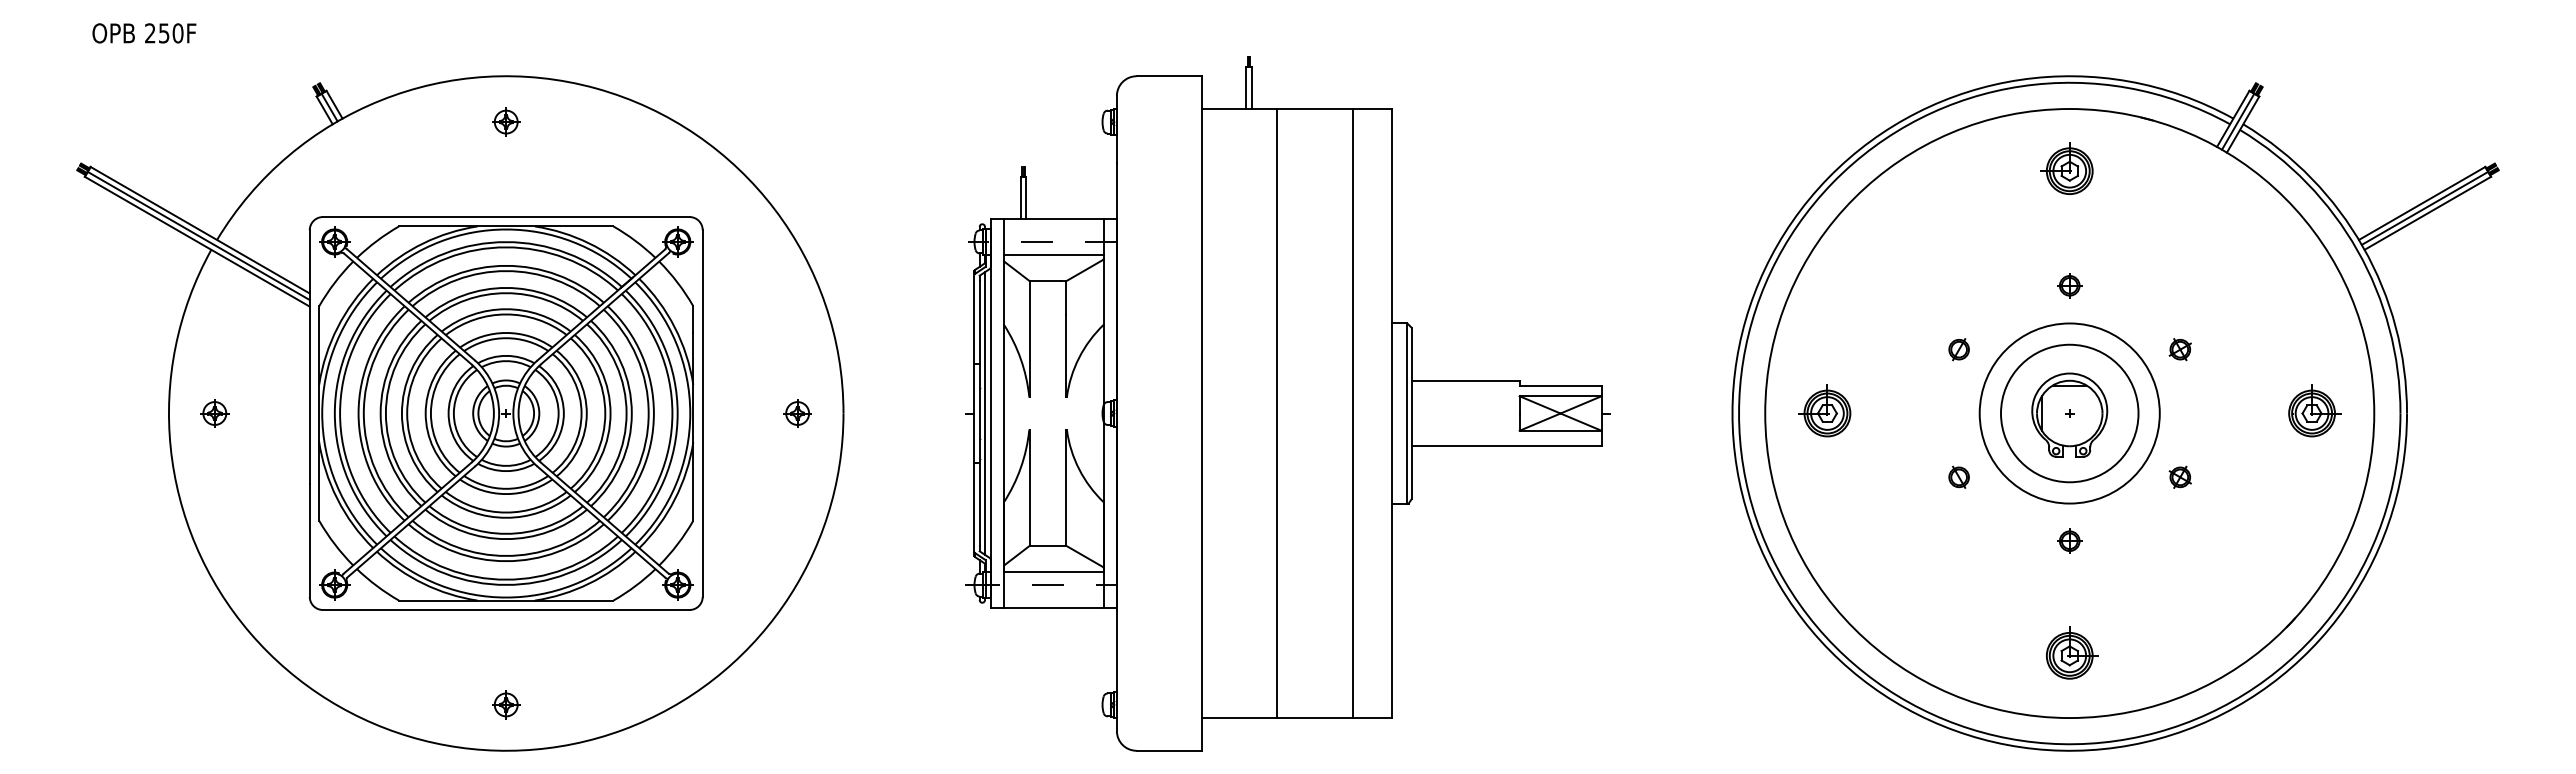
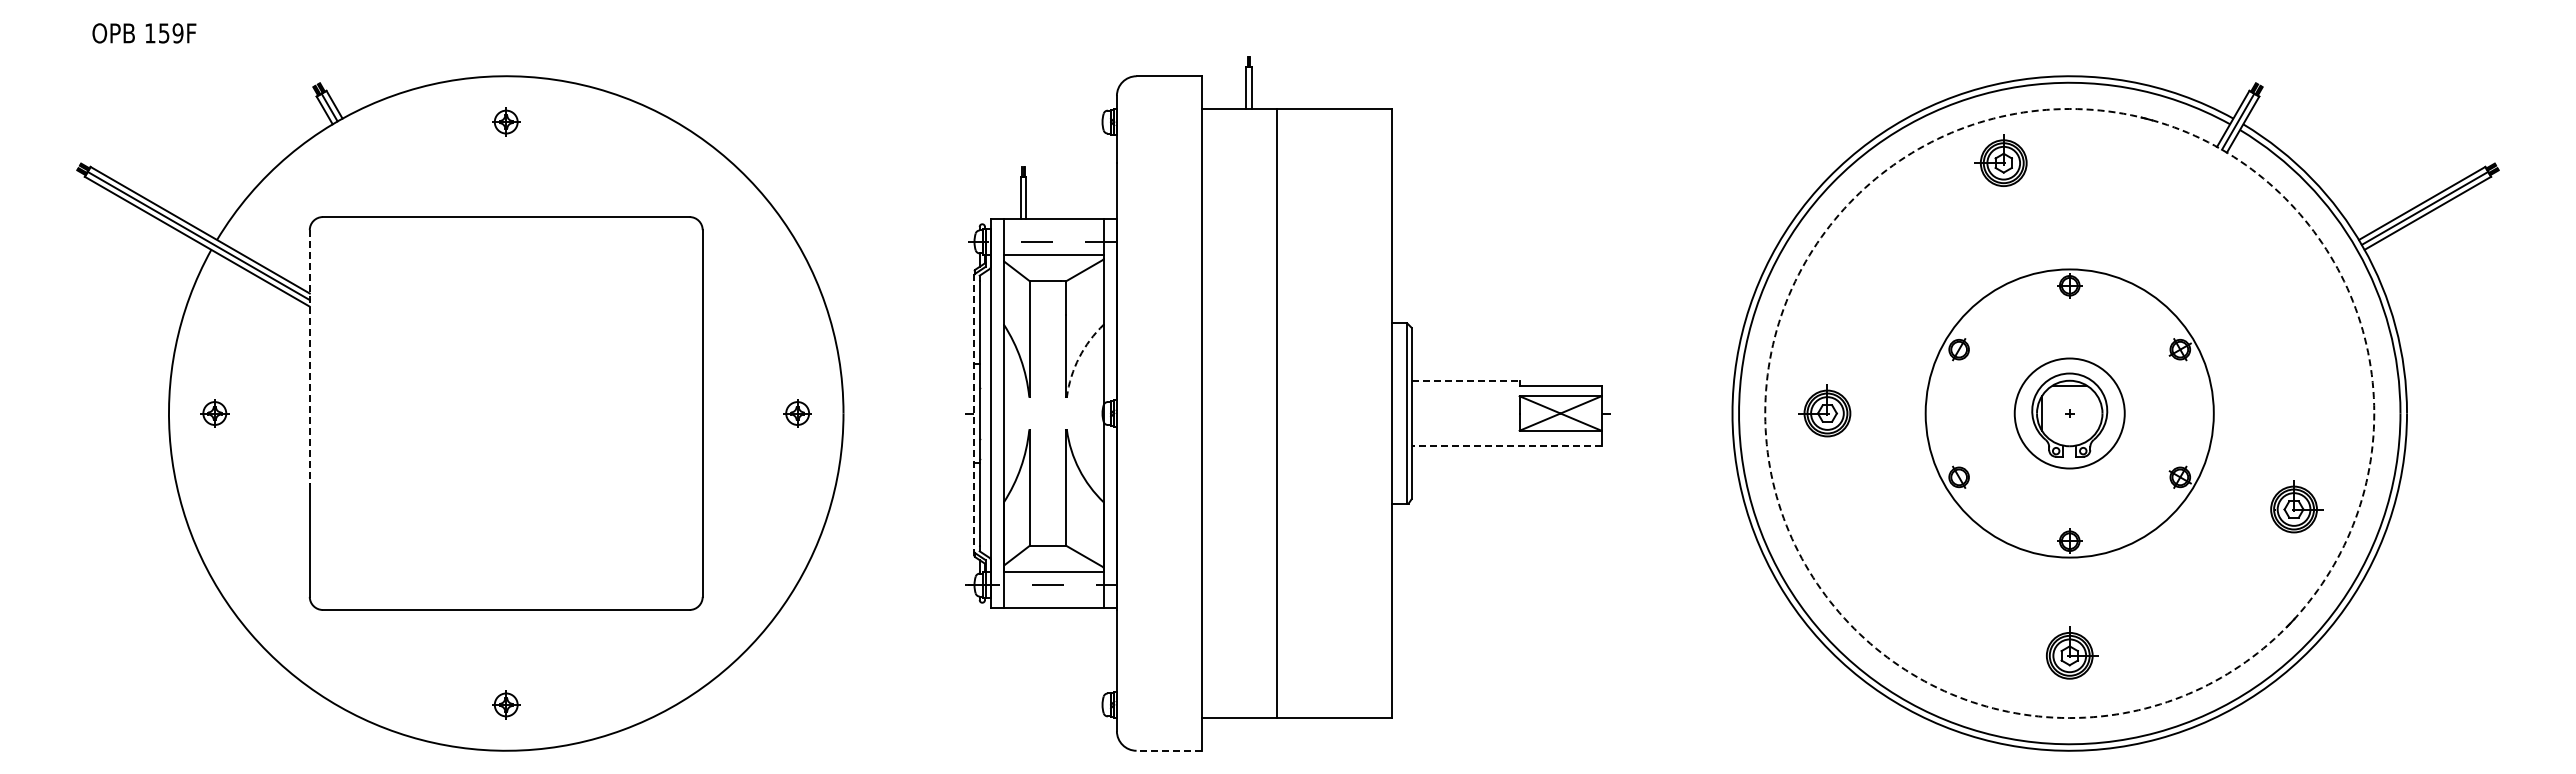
text at (164, 33): 250F -> 159F
part at (2066, 168) position: (2066, 168) -> (2000, 160)
line at (309, 356): solid -> dashed
arc at (1079, 357): solid -> dashed
line at (1466, 380): solid -> dashed
part at (2314, 410) position: (2314, 410) -> (2296, 506)
part at (506, 413): present -> none
line at (974, 413): solid -> dashed
line at (984, 413): present -> none
line at (1352, 413): present -> none
circle at (2069, 413) diameter: 138 px -> 110 px
circle at (2069, 413) diameter: 180 px -> 288 px
circle at (2069, 413): solid -> dashed
line at (1506, 446): solid -> dashed
line at (1169, 750): solid -> dashed
